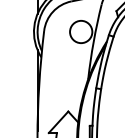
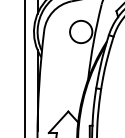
line at (25, 68): none -> present
